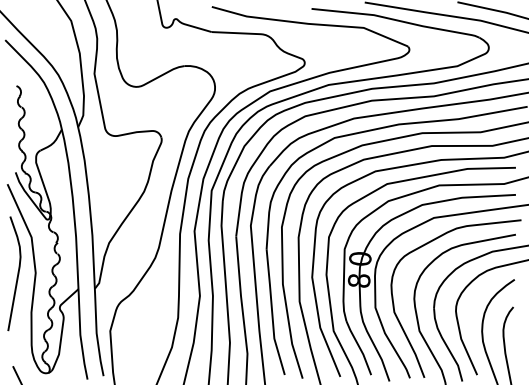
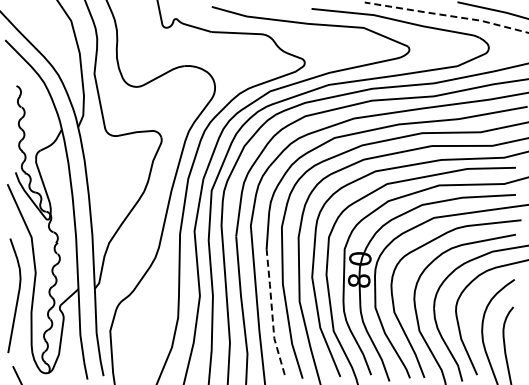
line at (446, 15): solid -> dashed
curve at (17, 273) position: (17, 273) -> (17, 295)
line at (272, 311): solid -> dashed
